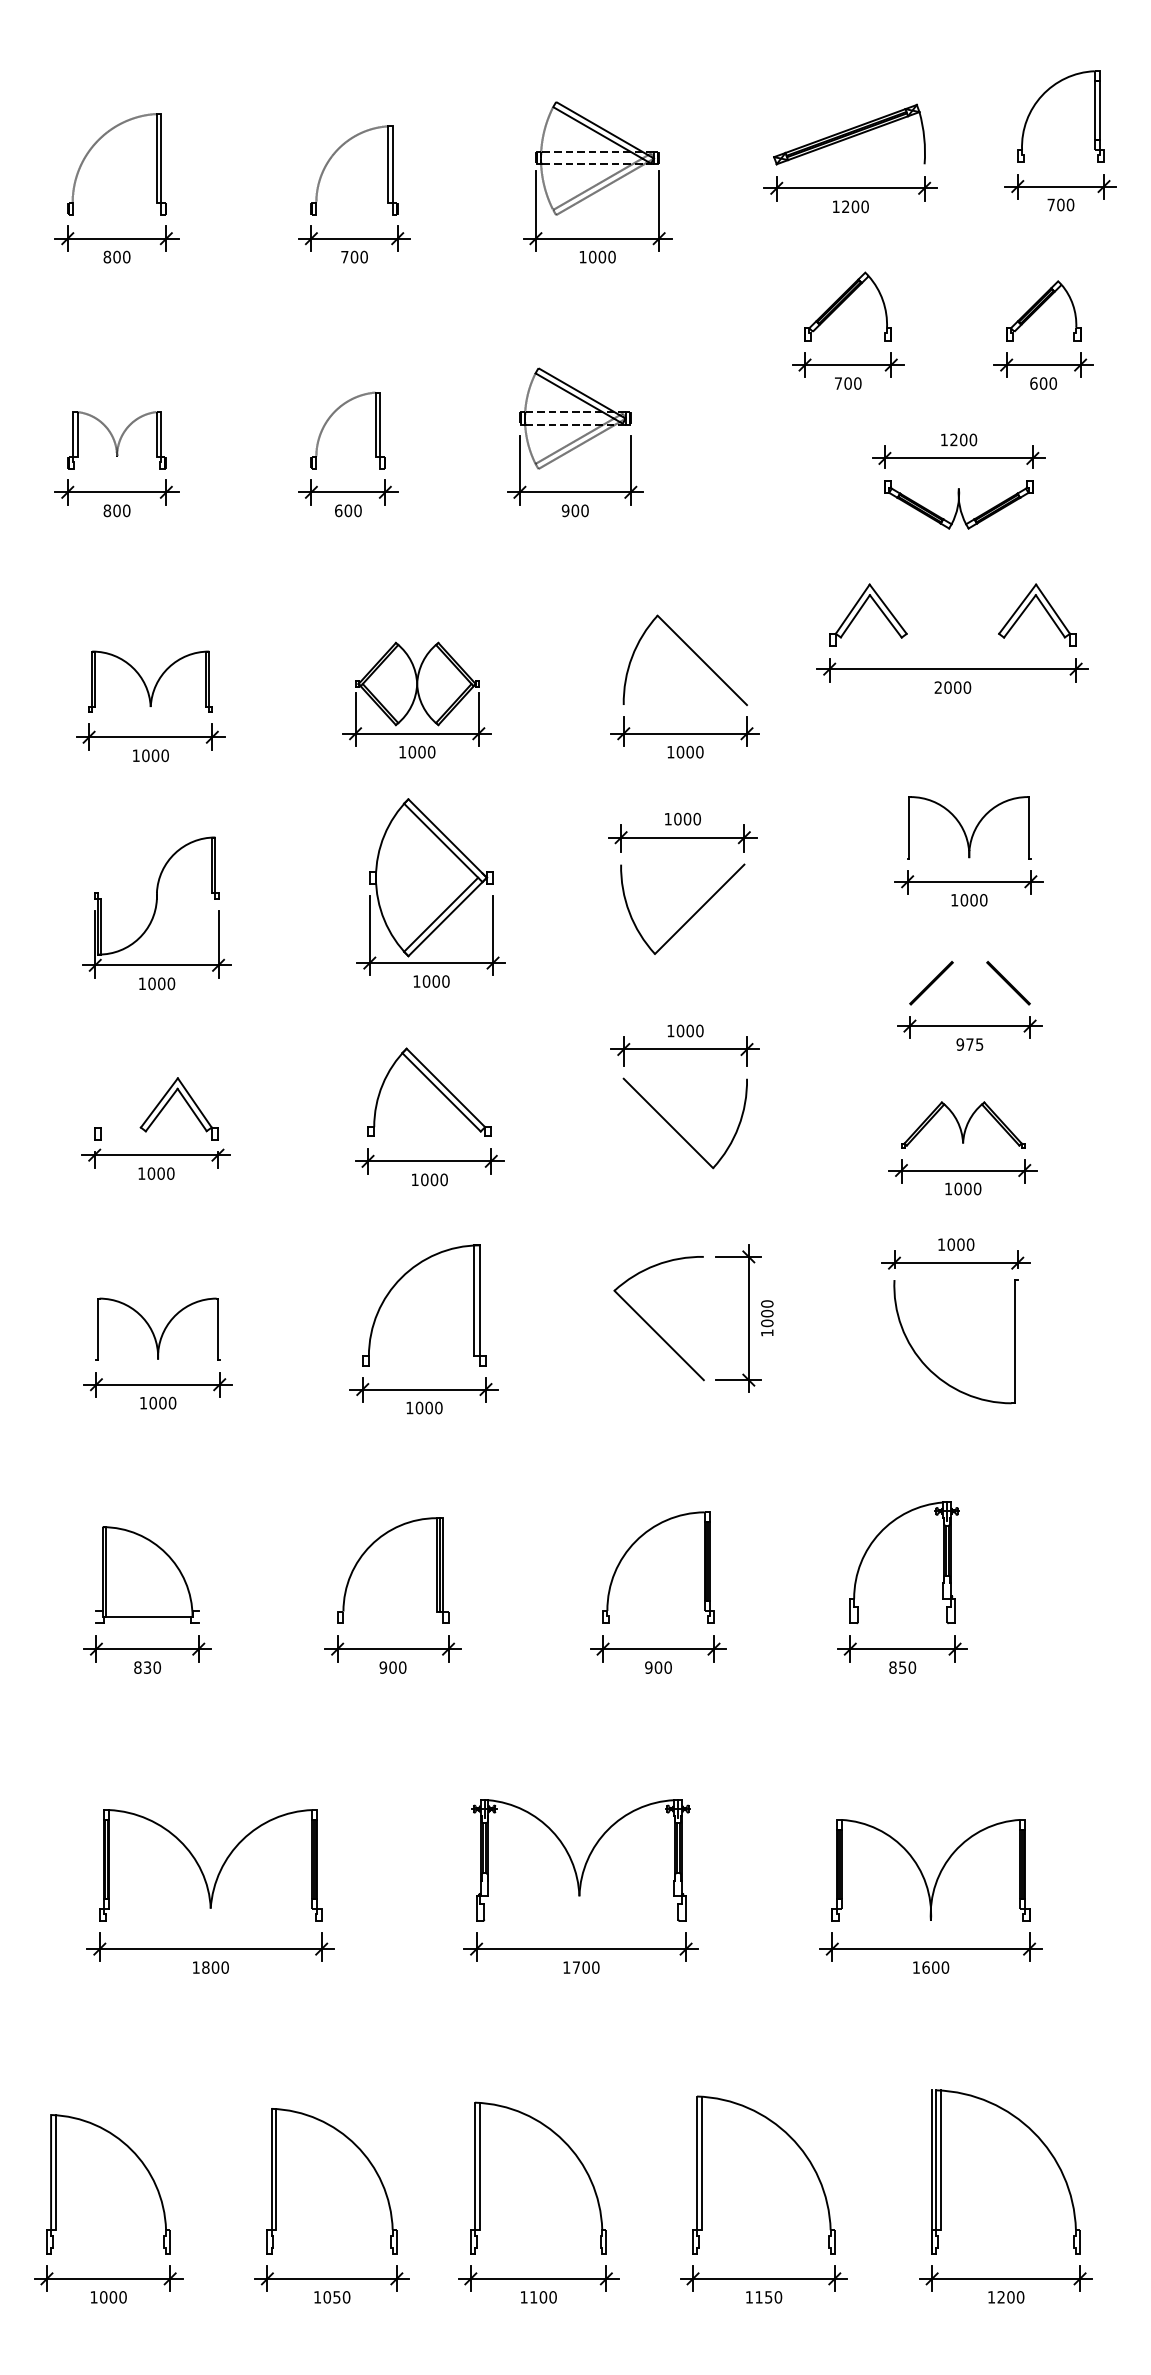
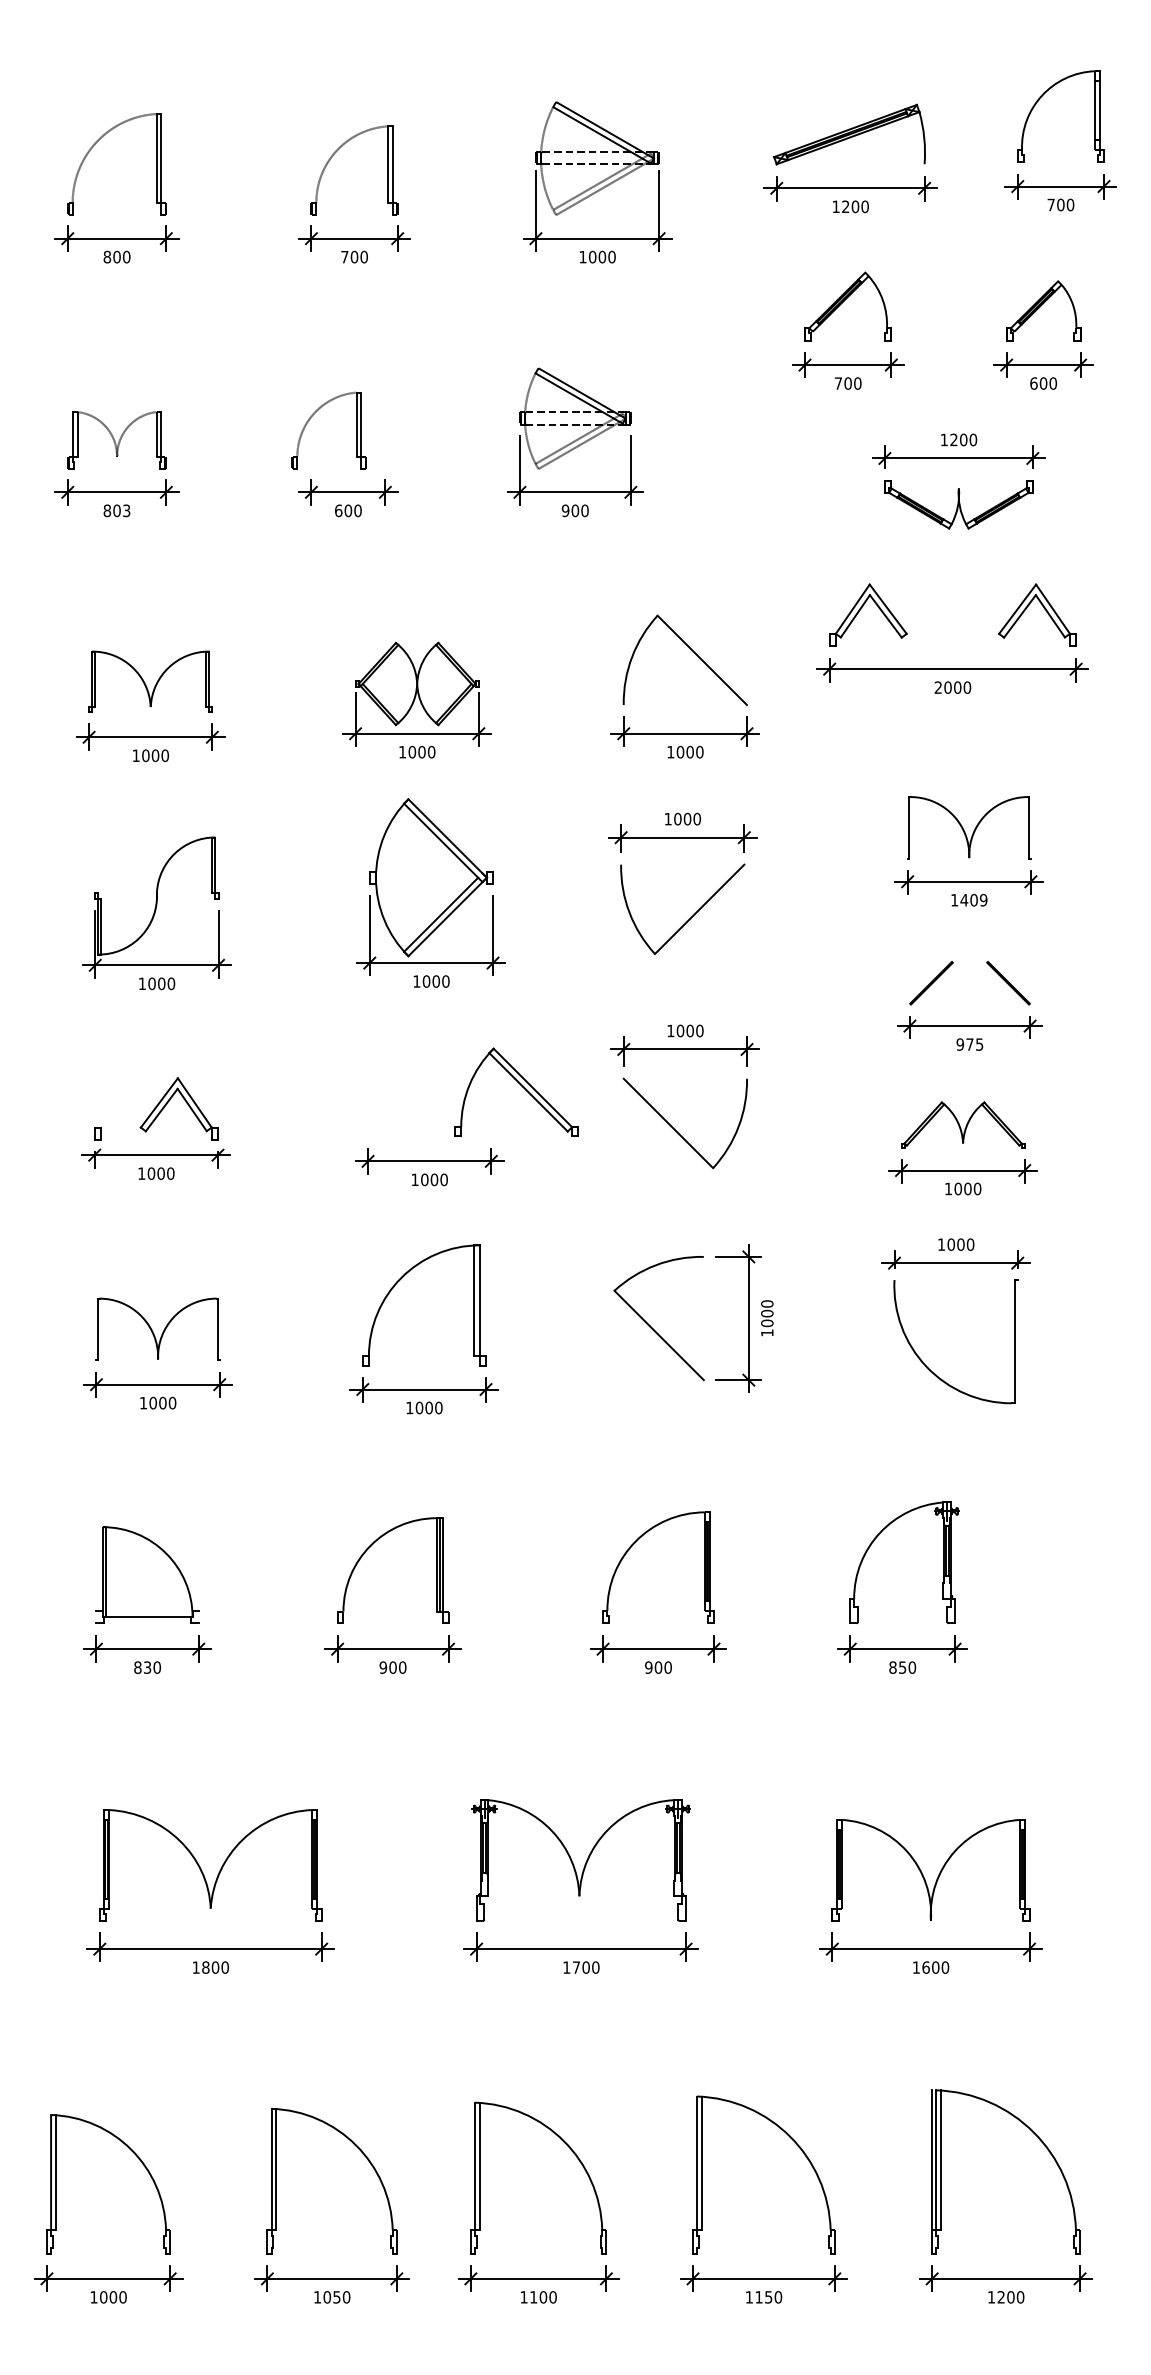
part at (330, 418) position: (330, 418) -> (311, 418)
text at (126, 510): 800 -> 803
text at (973, 899): 1000 -> 1409
part at (434, 1086) position: (434, 1086) -> (521, 1086)
